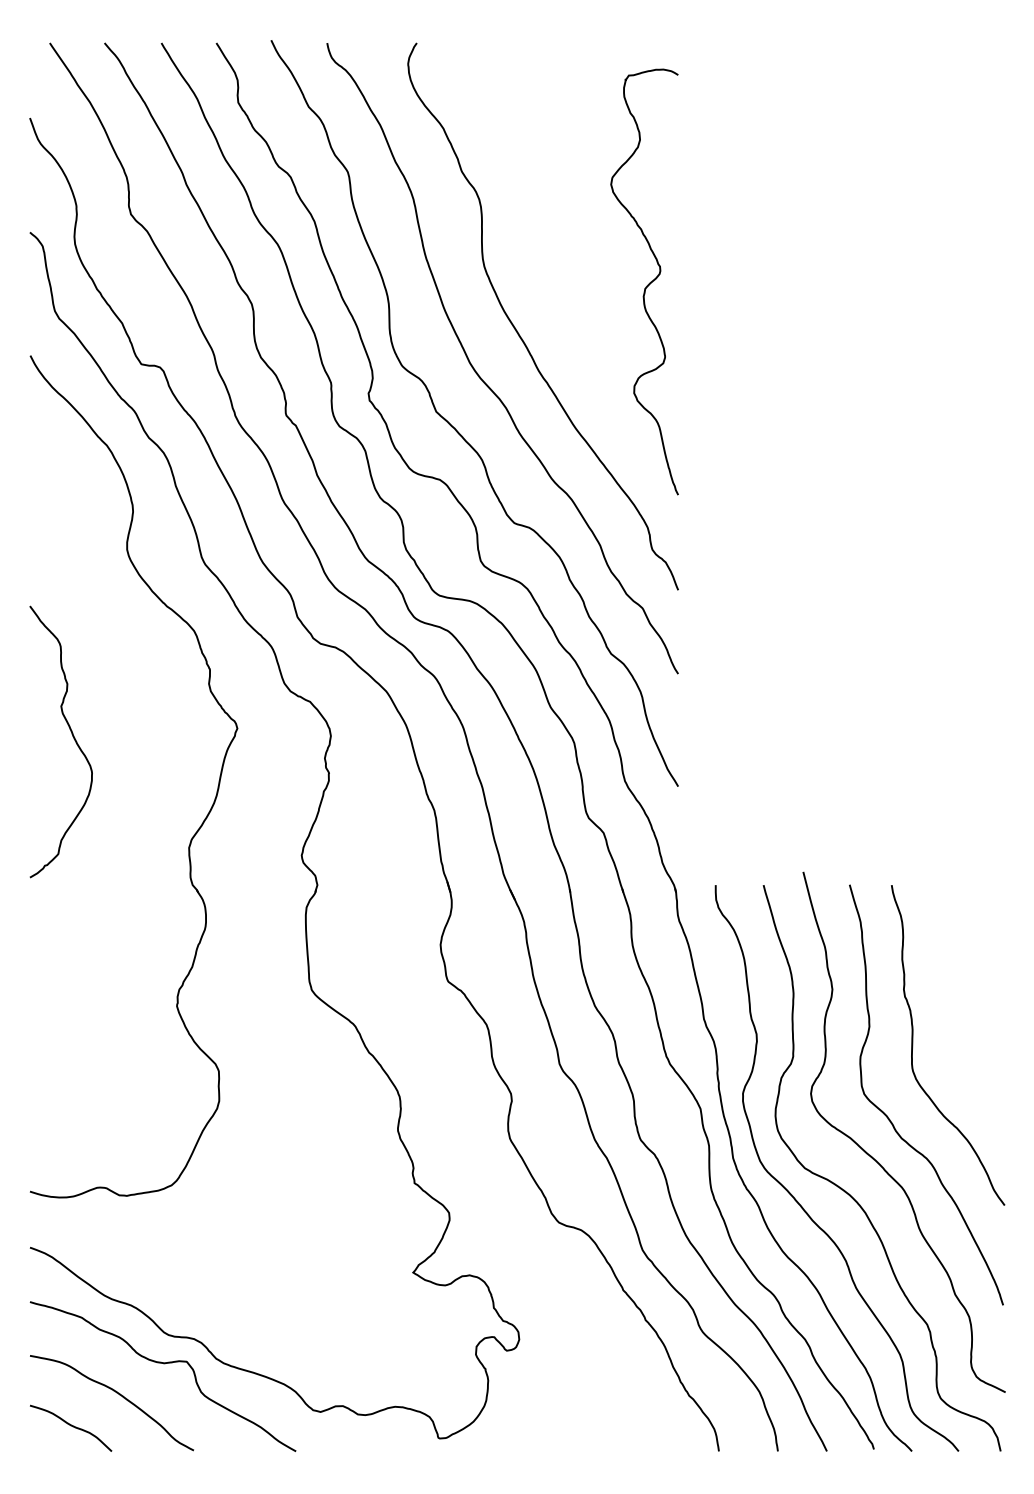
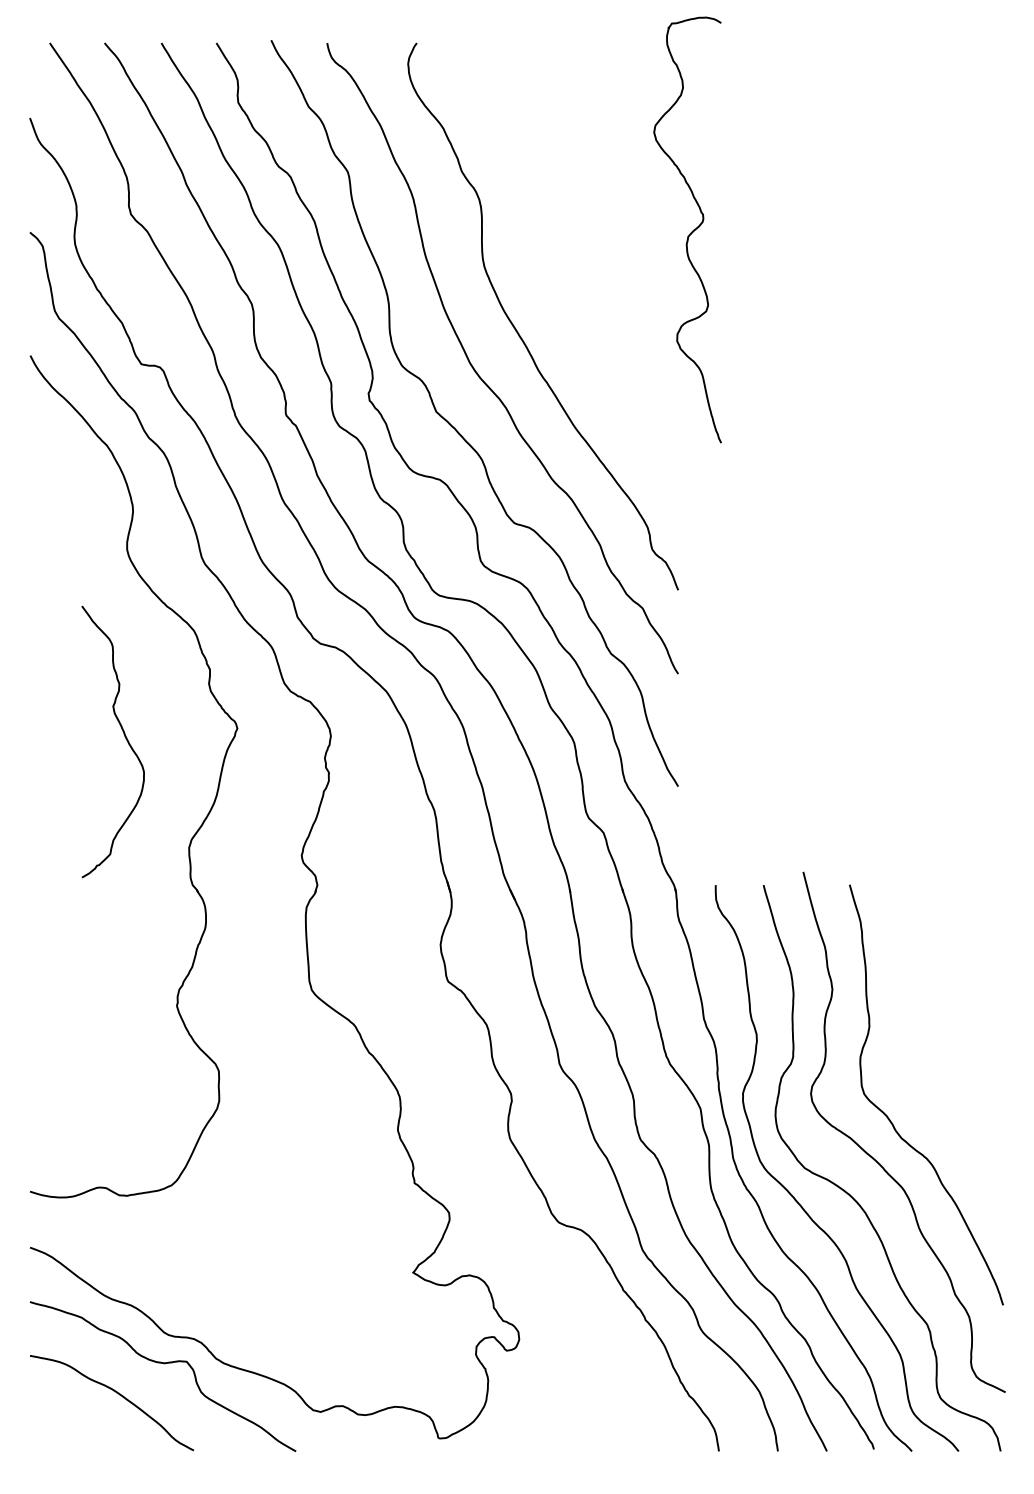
curve at (647, 284) position: (647, 284) -> (690, 232)
curve at (72, 736) position: (72, 736) -> (124, 736)
curve at (913, 1045): present -> none
curve at (71, 1426): present -> none
